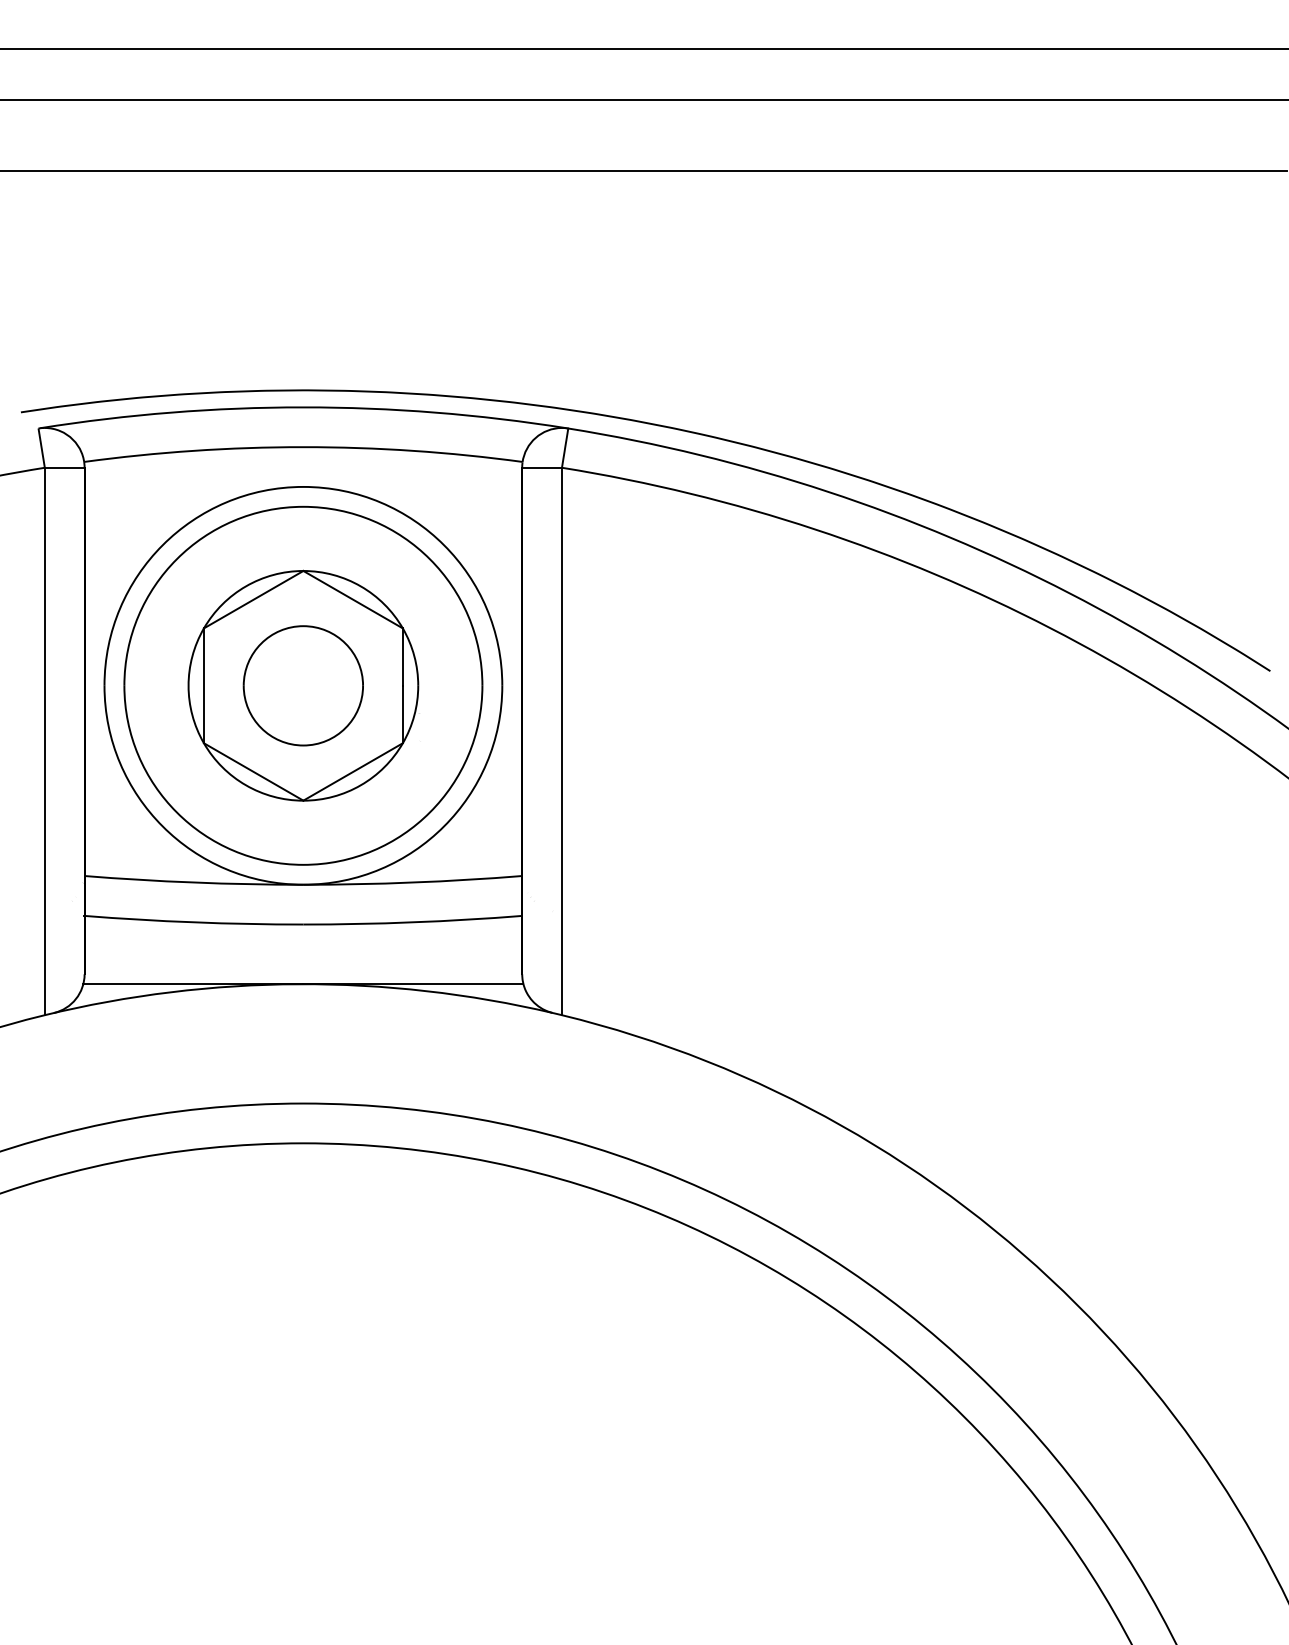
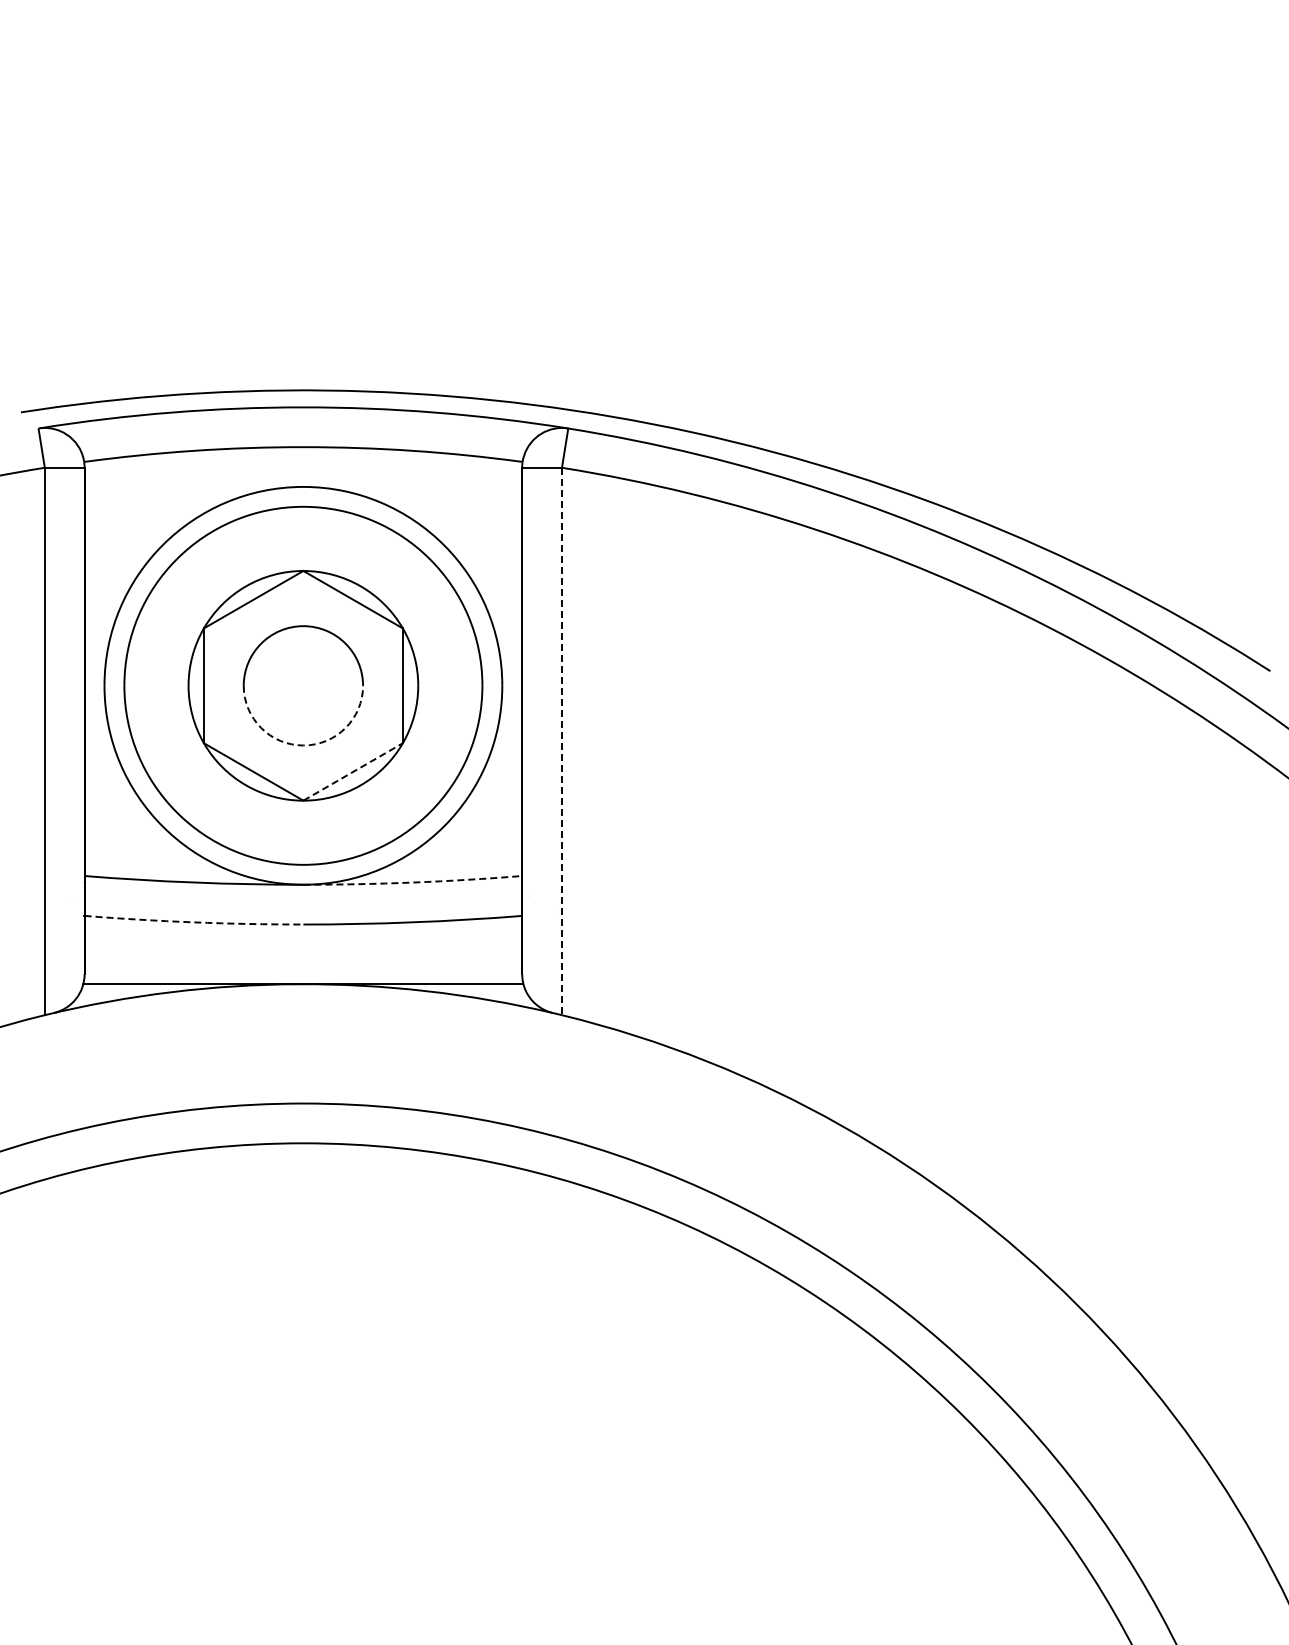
line at (643, 49): present -> none
line at (643, 99): present -> none
line at (643, 171): present -> none
line at (561, 741): solid -> dashed
arc at (303, 745): solid -> dashed
line at (353, 771): solid -> dashed
arc at (412, 882): solid -> dashed
arc at (193, 922): solid -> dashed
